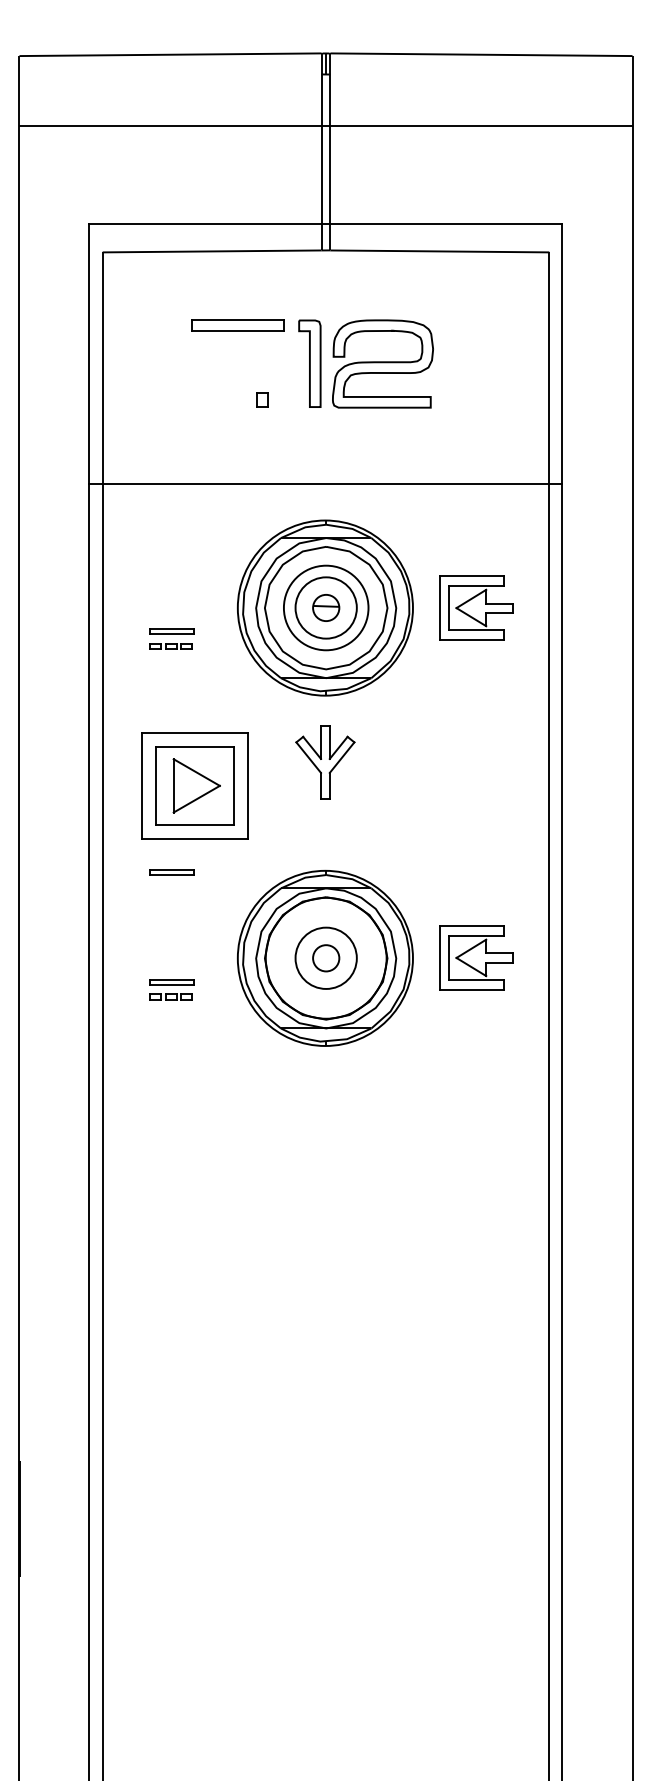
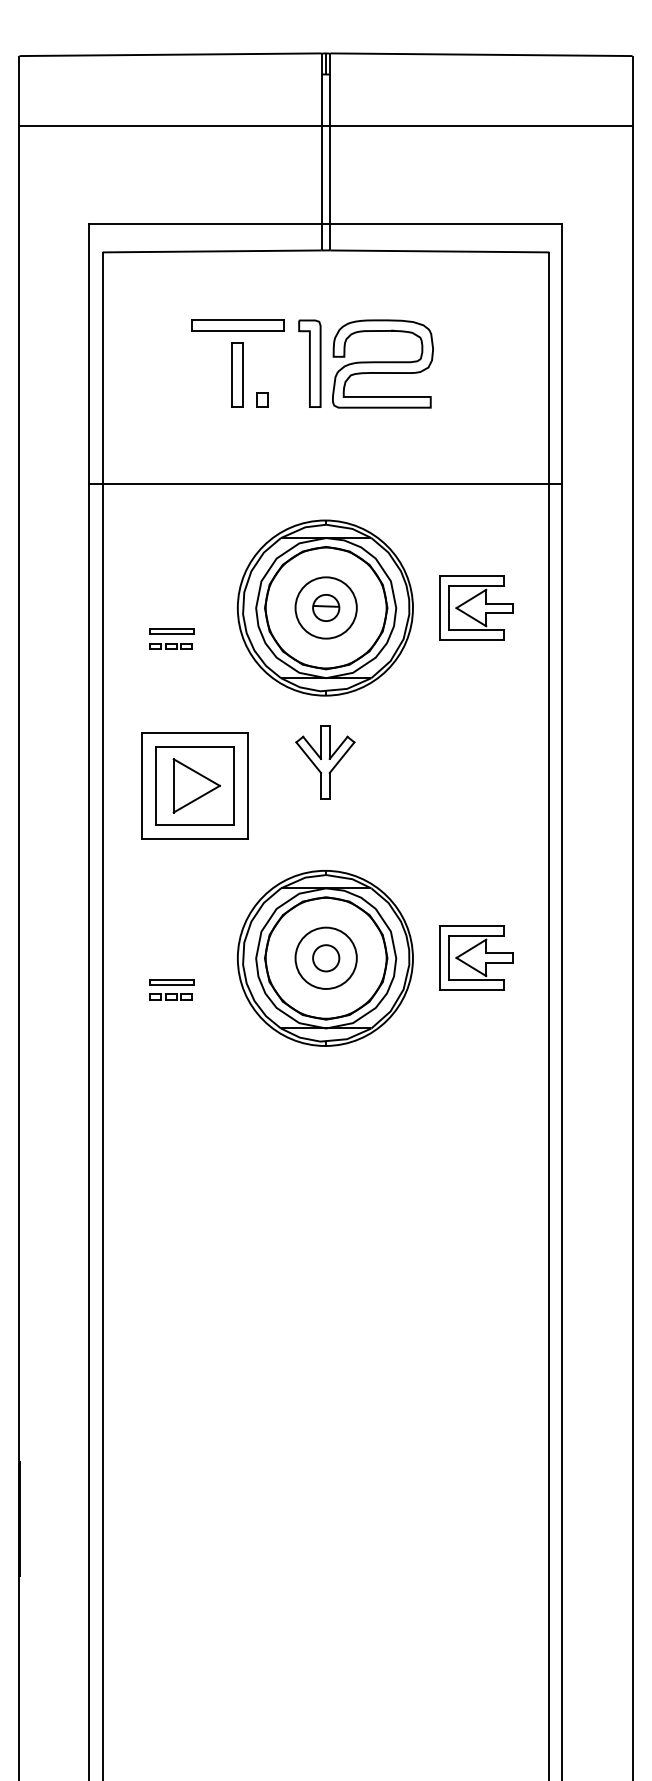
part at (237, 374): none -> present
circle at (325, 607) diameter: 85 px -> 121 px
part at (171, 872): present -> none
